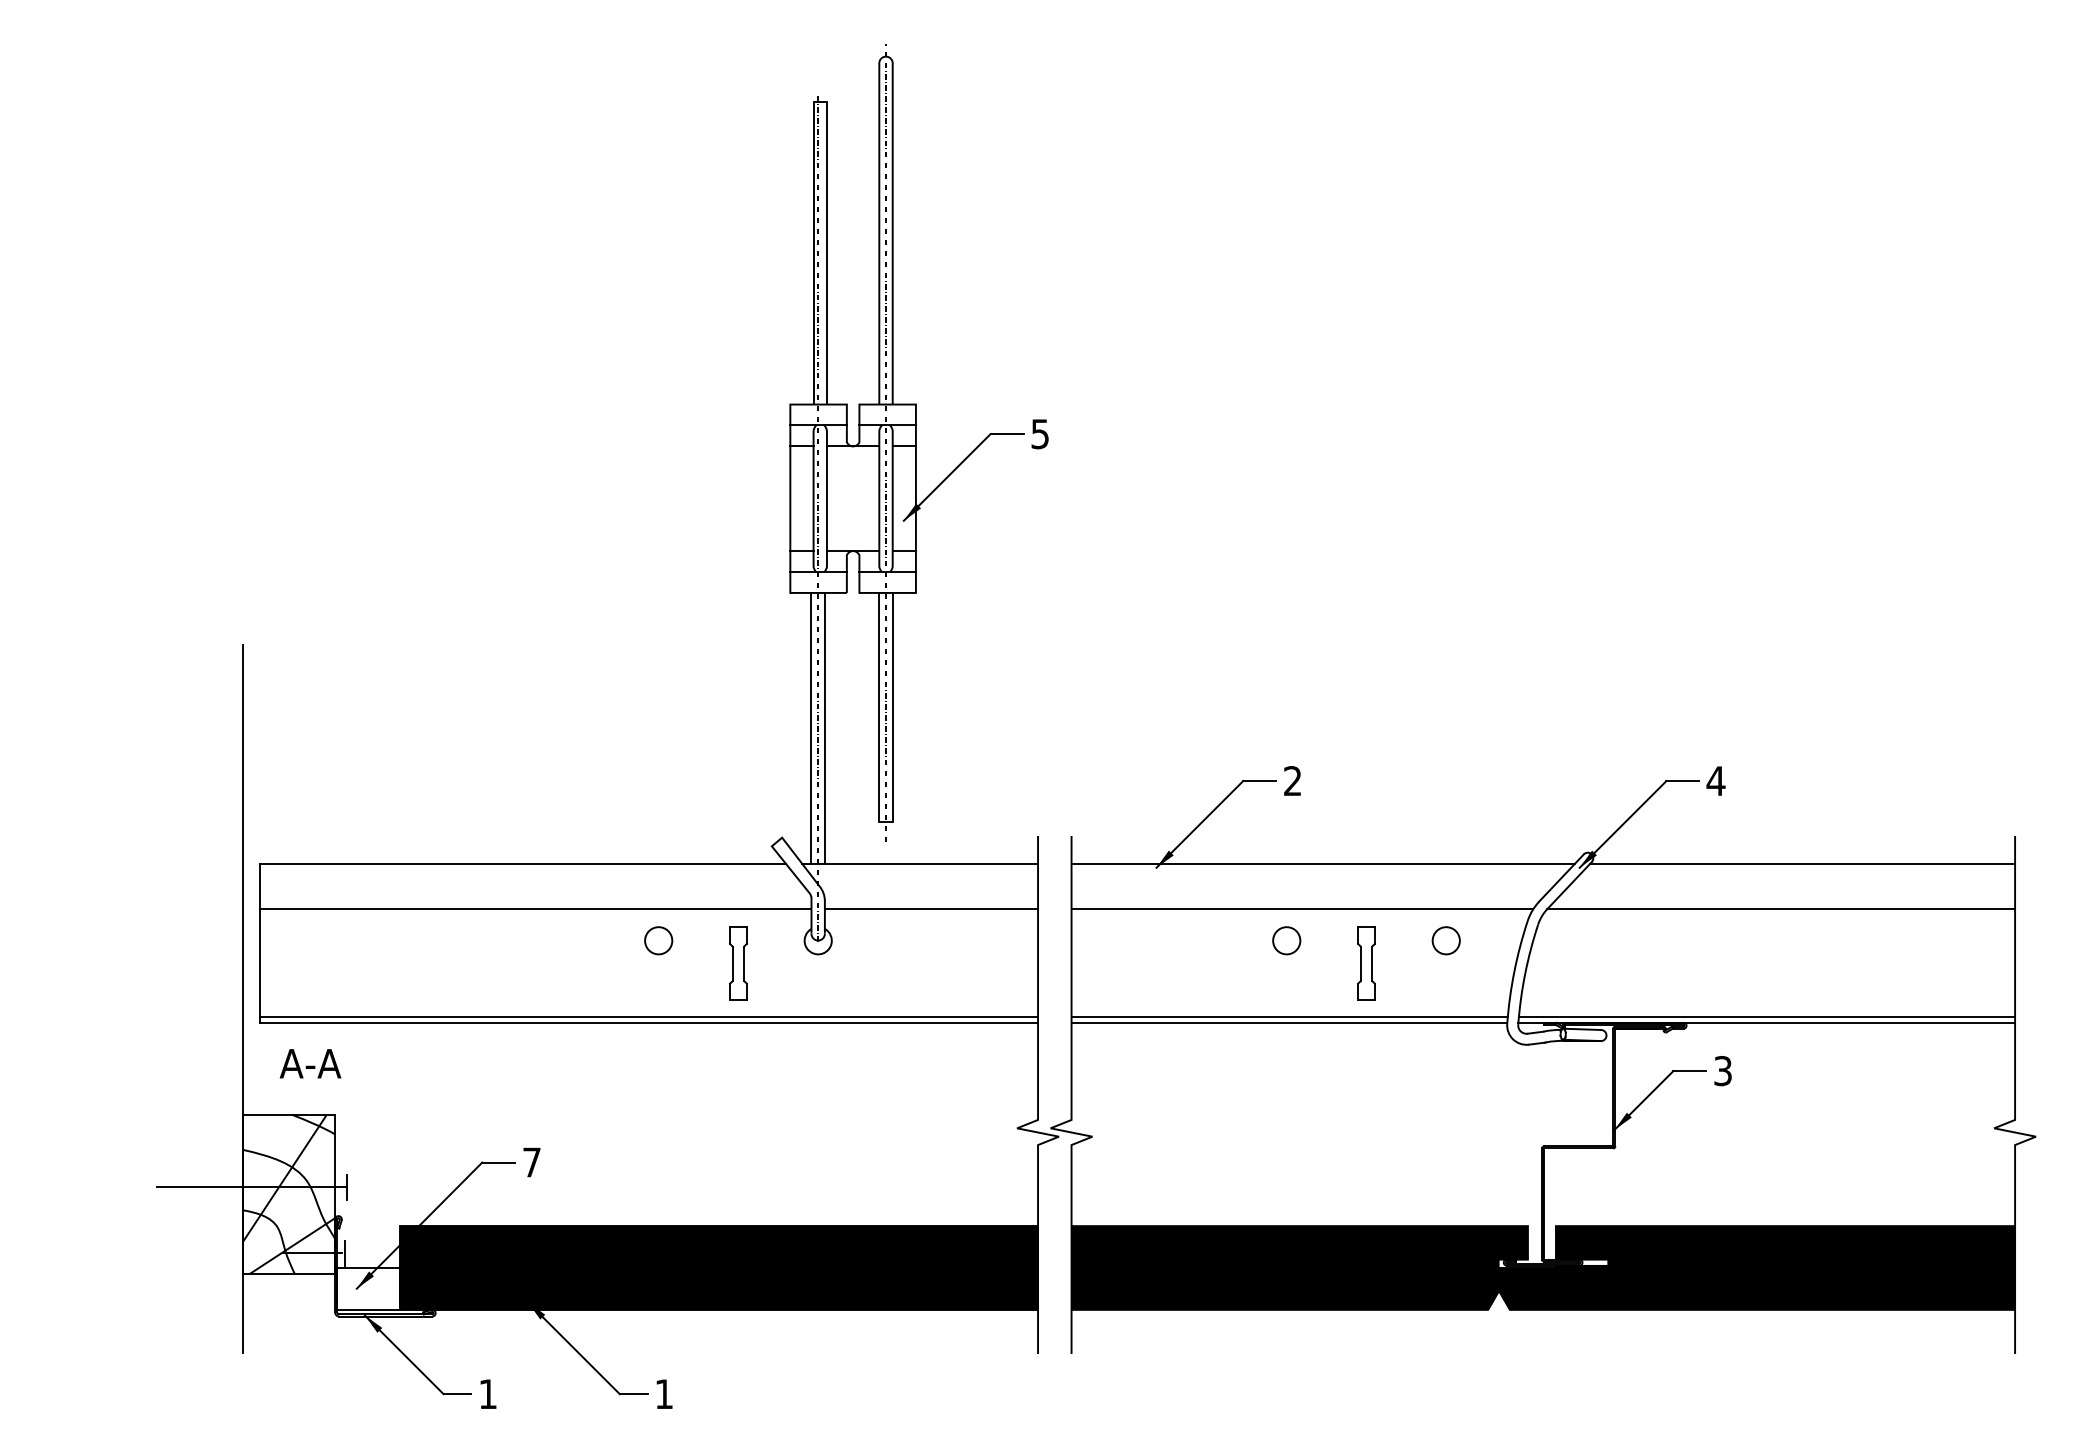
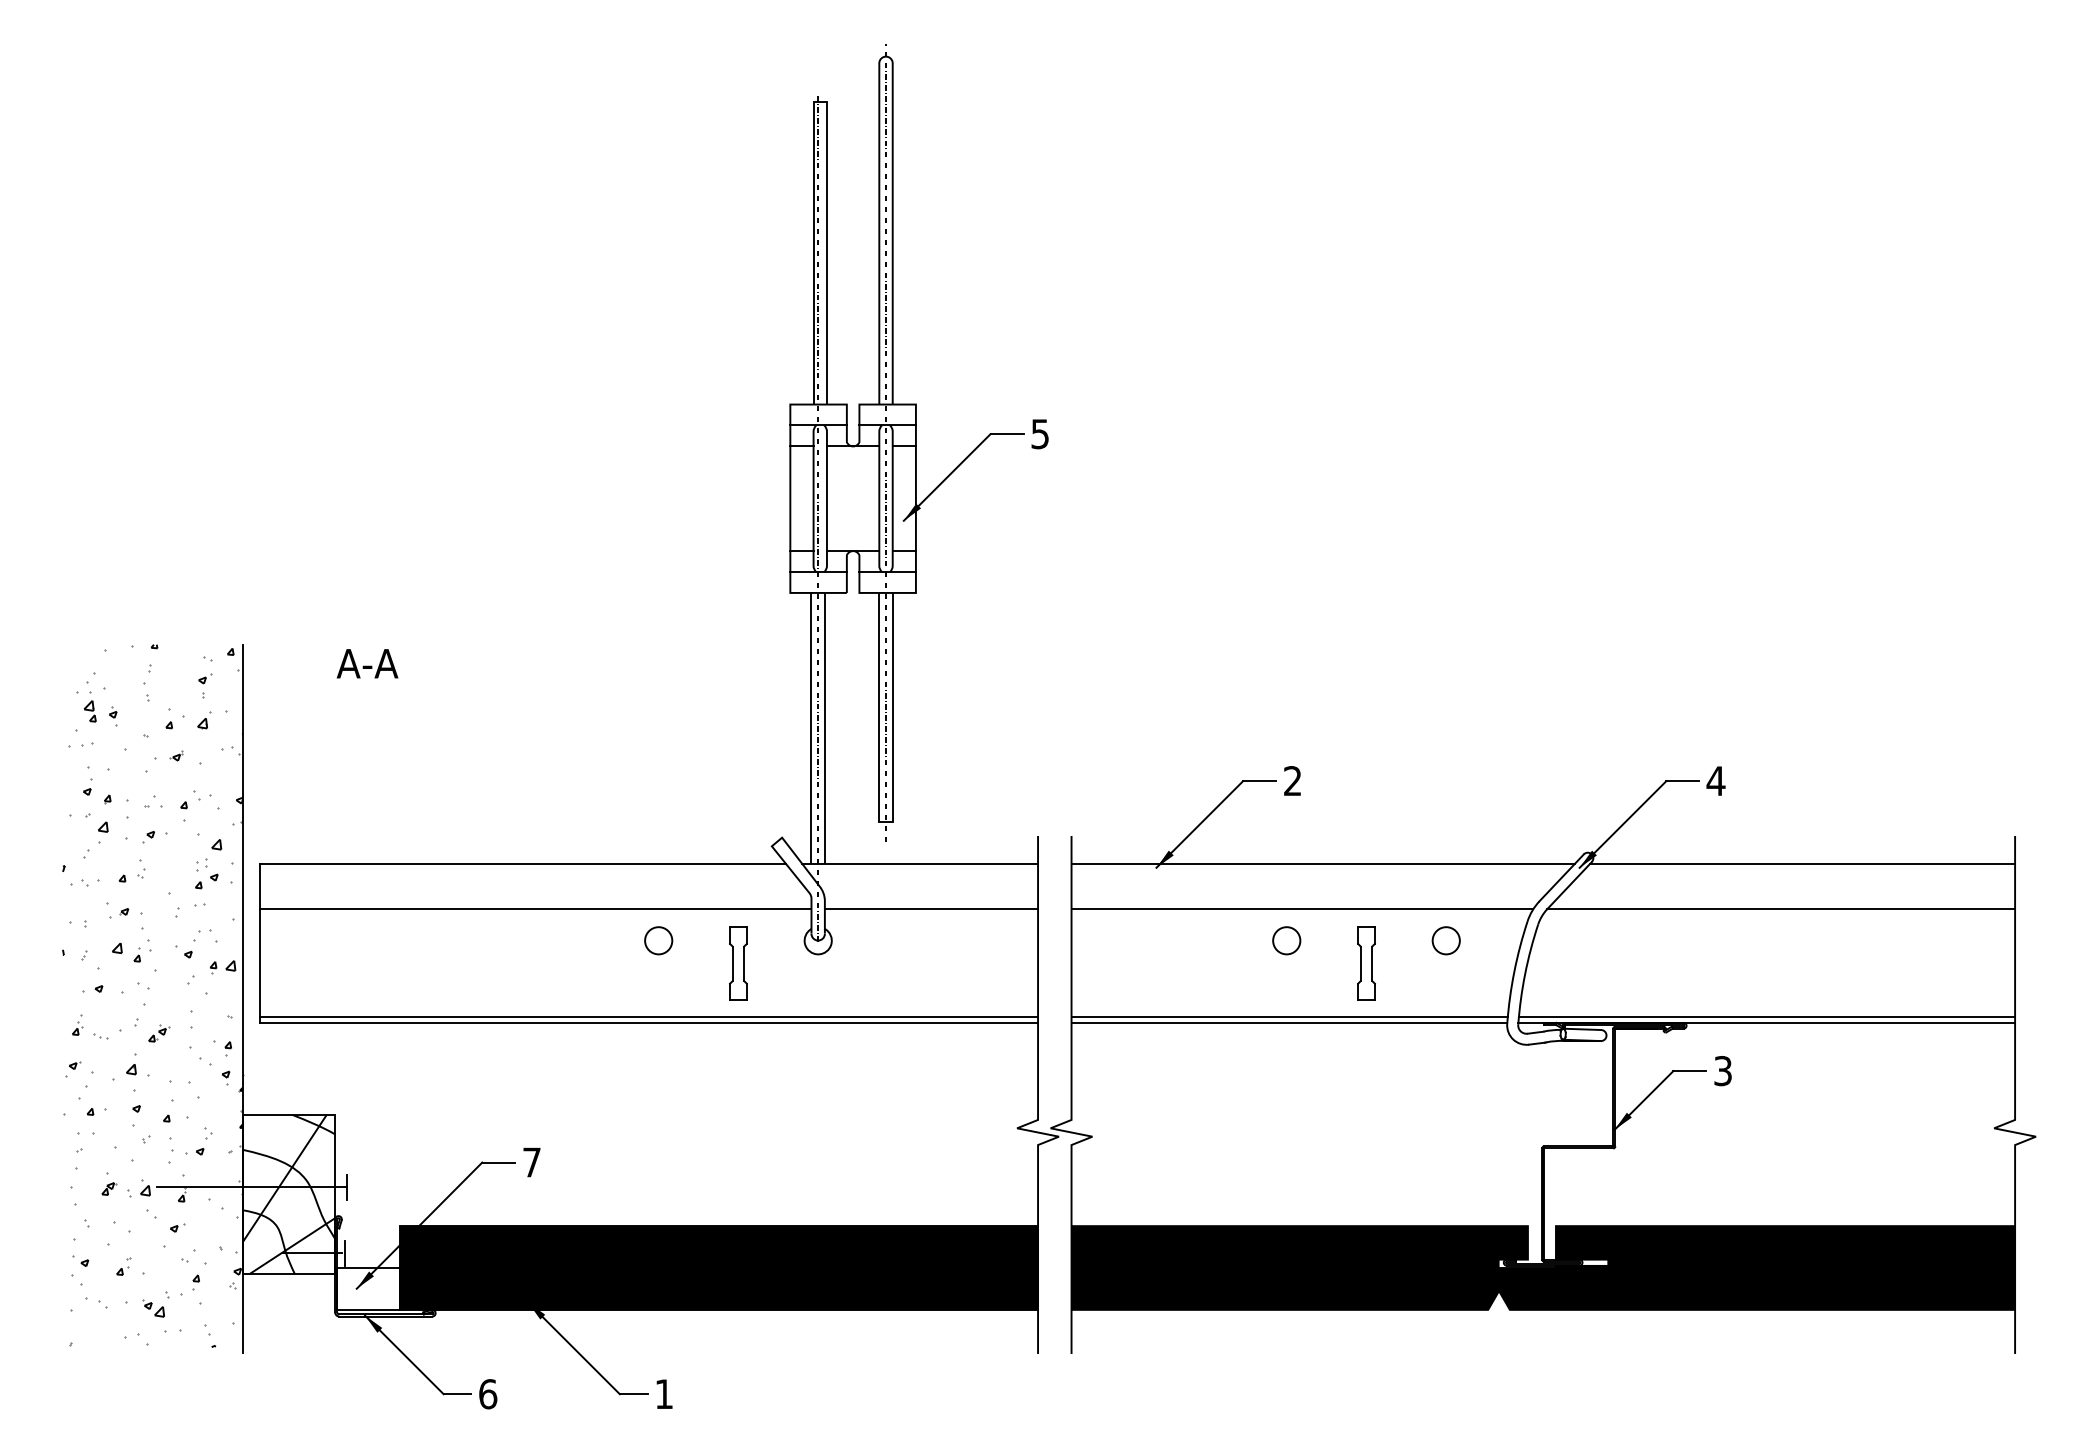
hatch at (152, 995): none -> present
text at (310, 1063) position: (310, 1063) -> (367, 663)
text at (488, 1394): 1 -> 6
